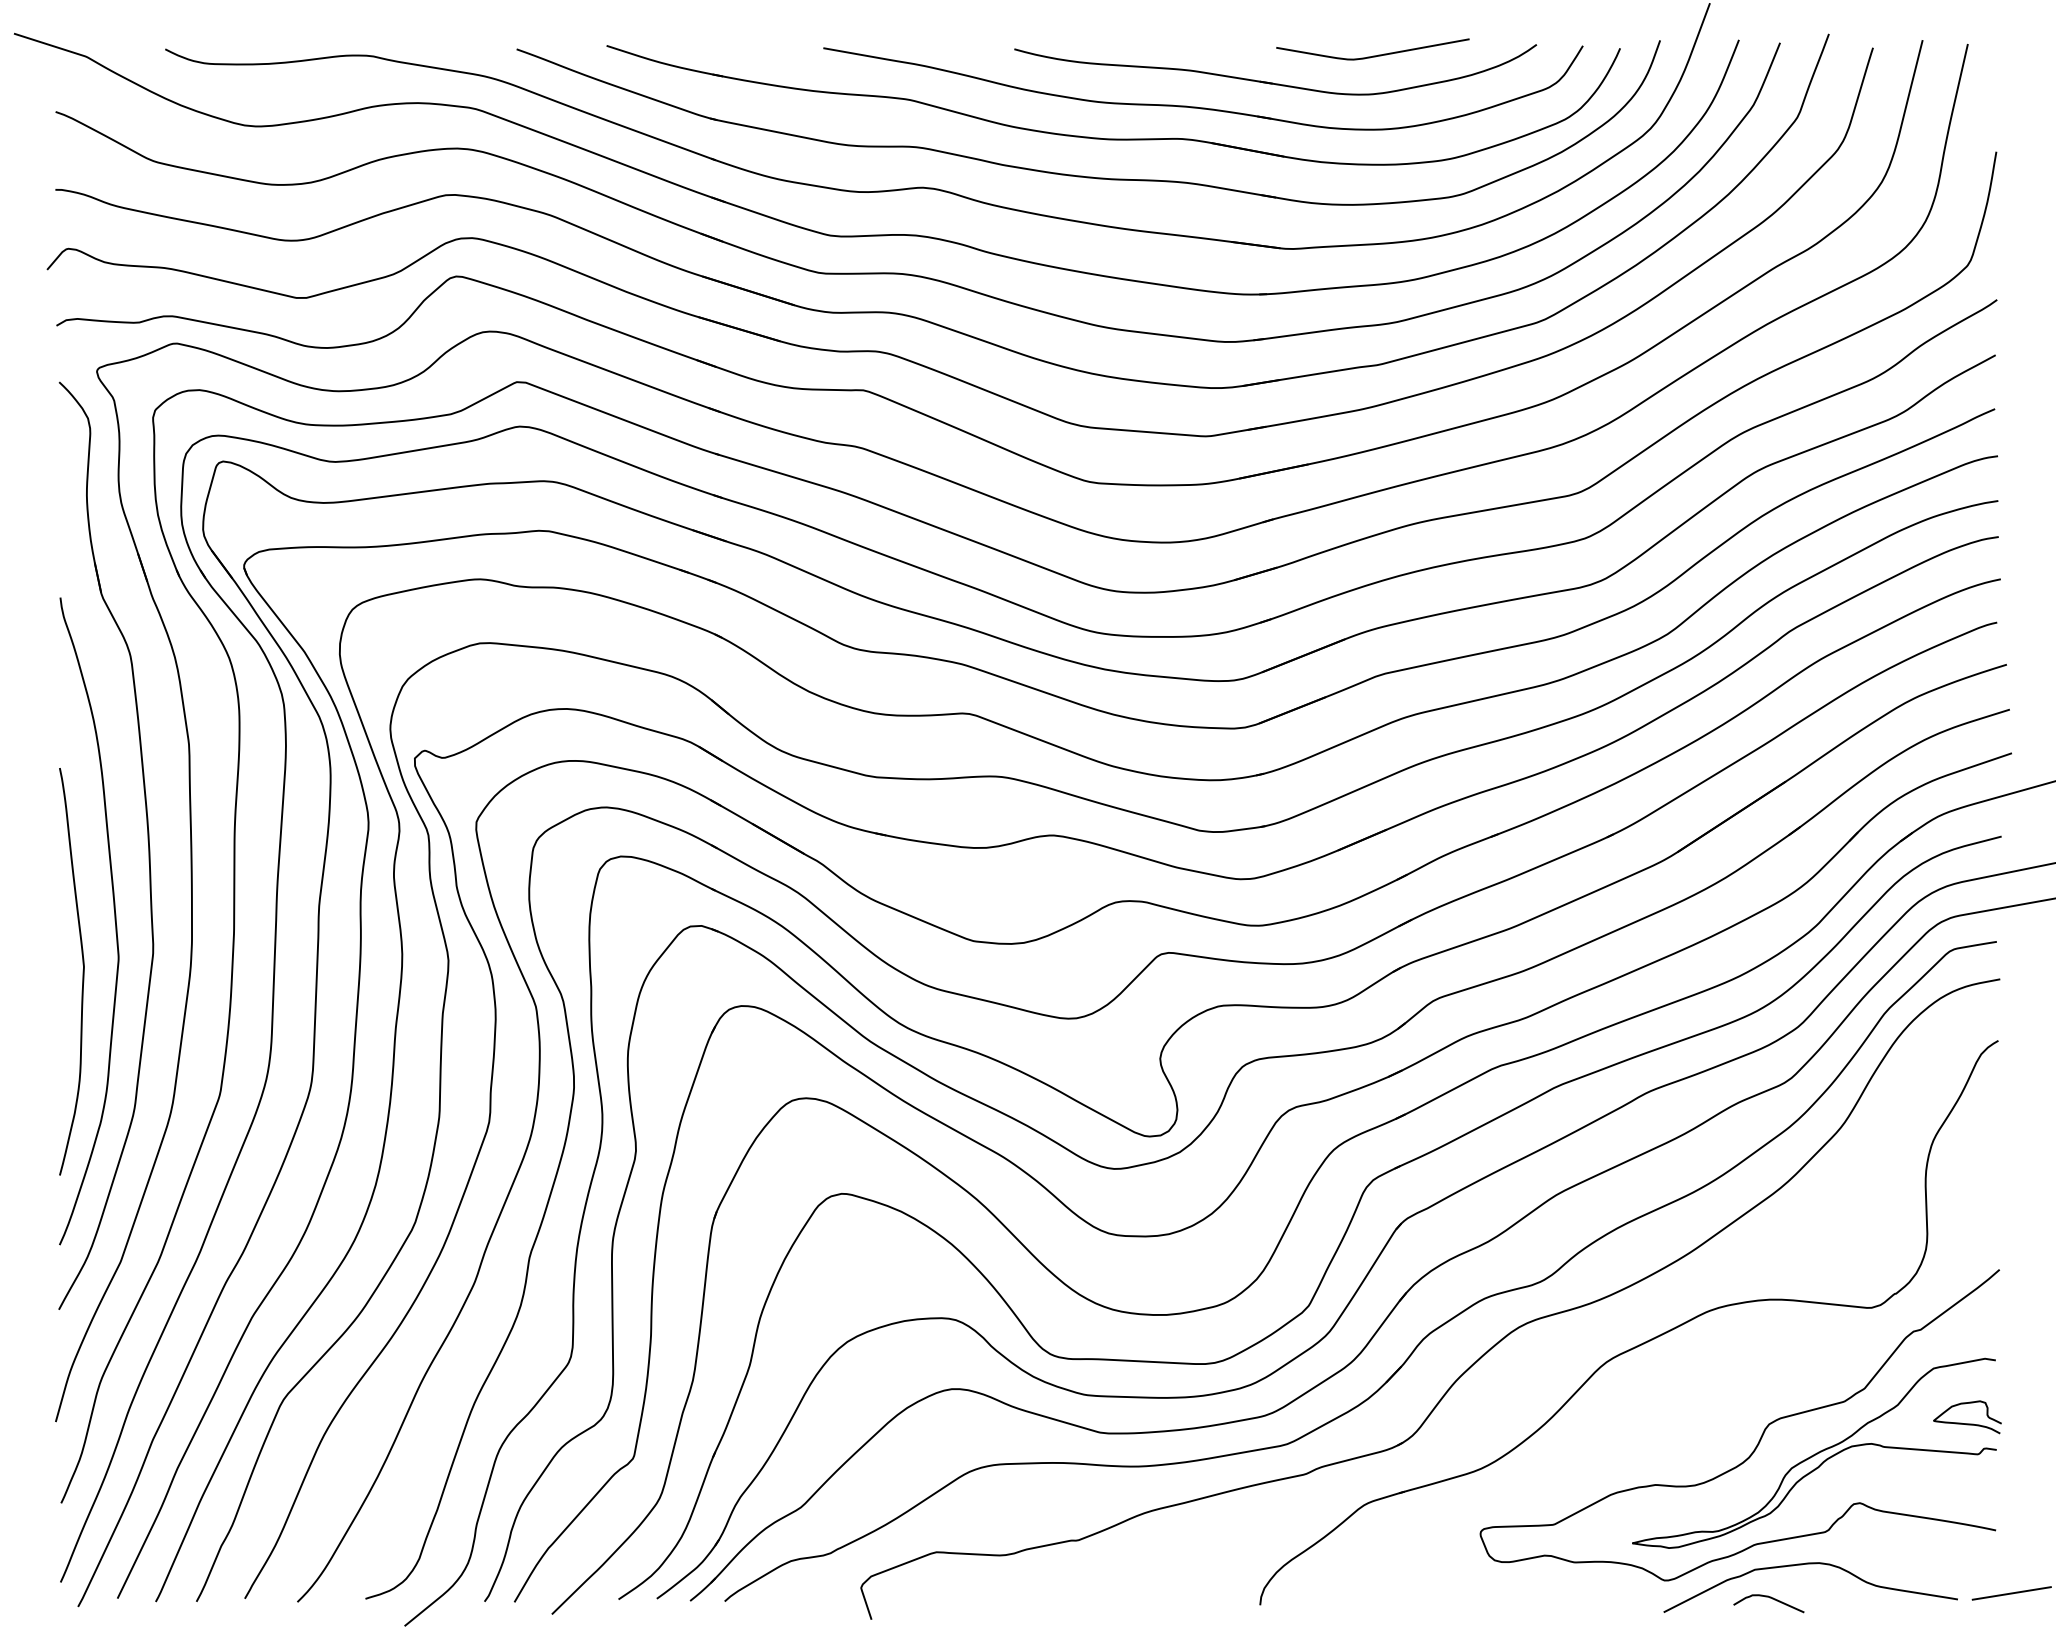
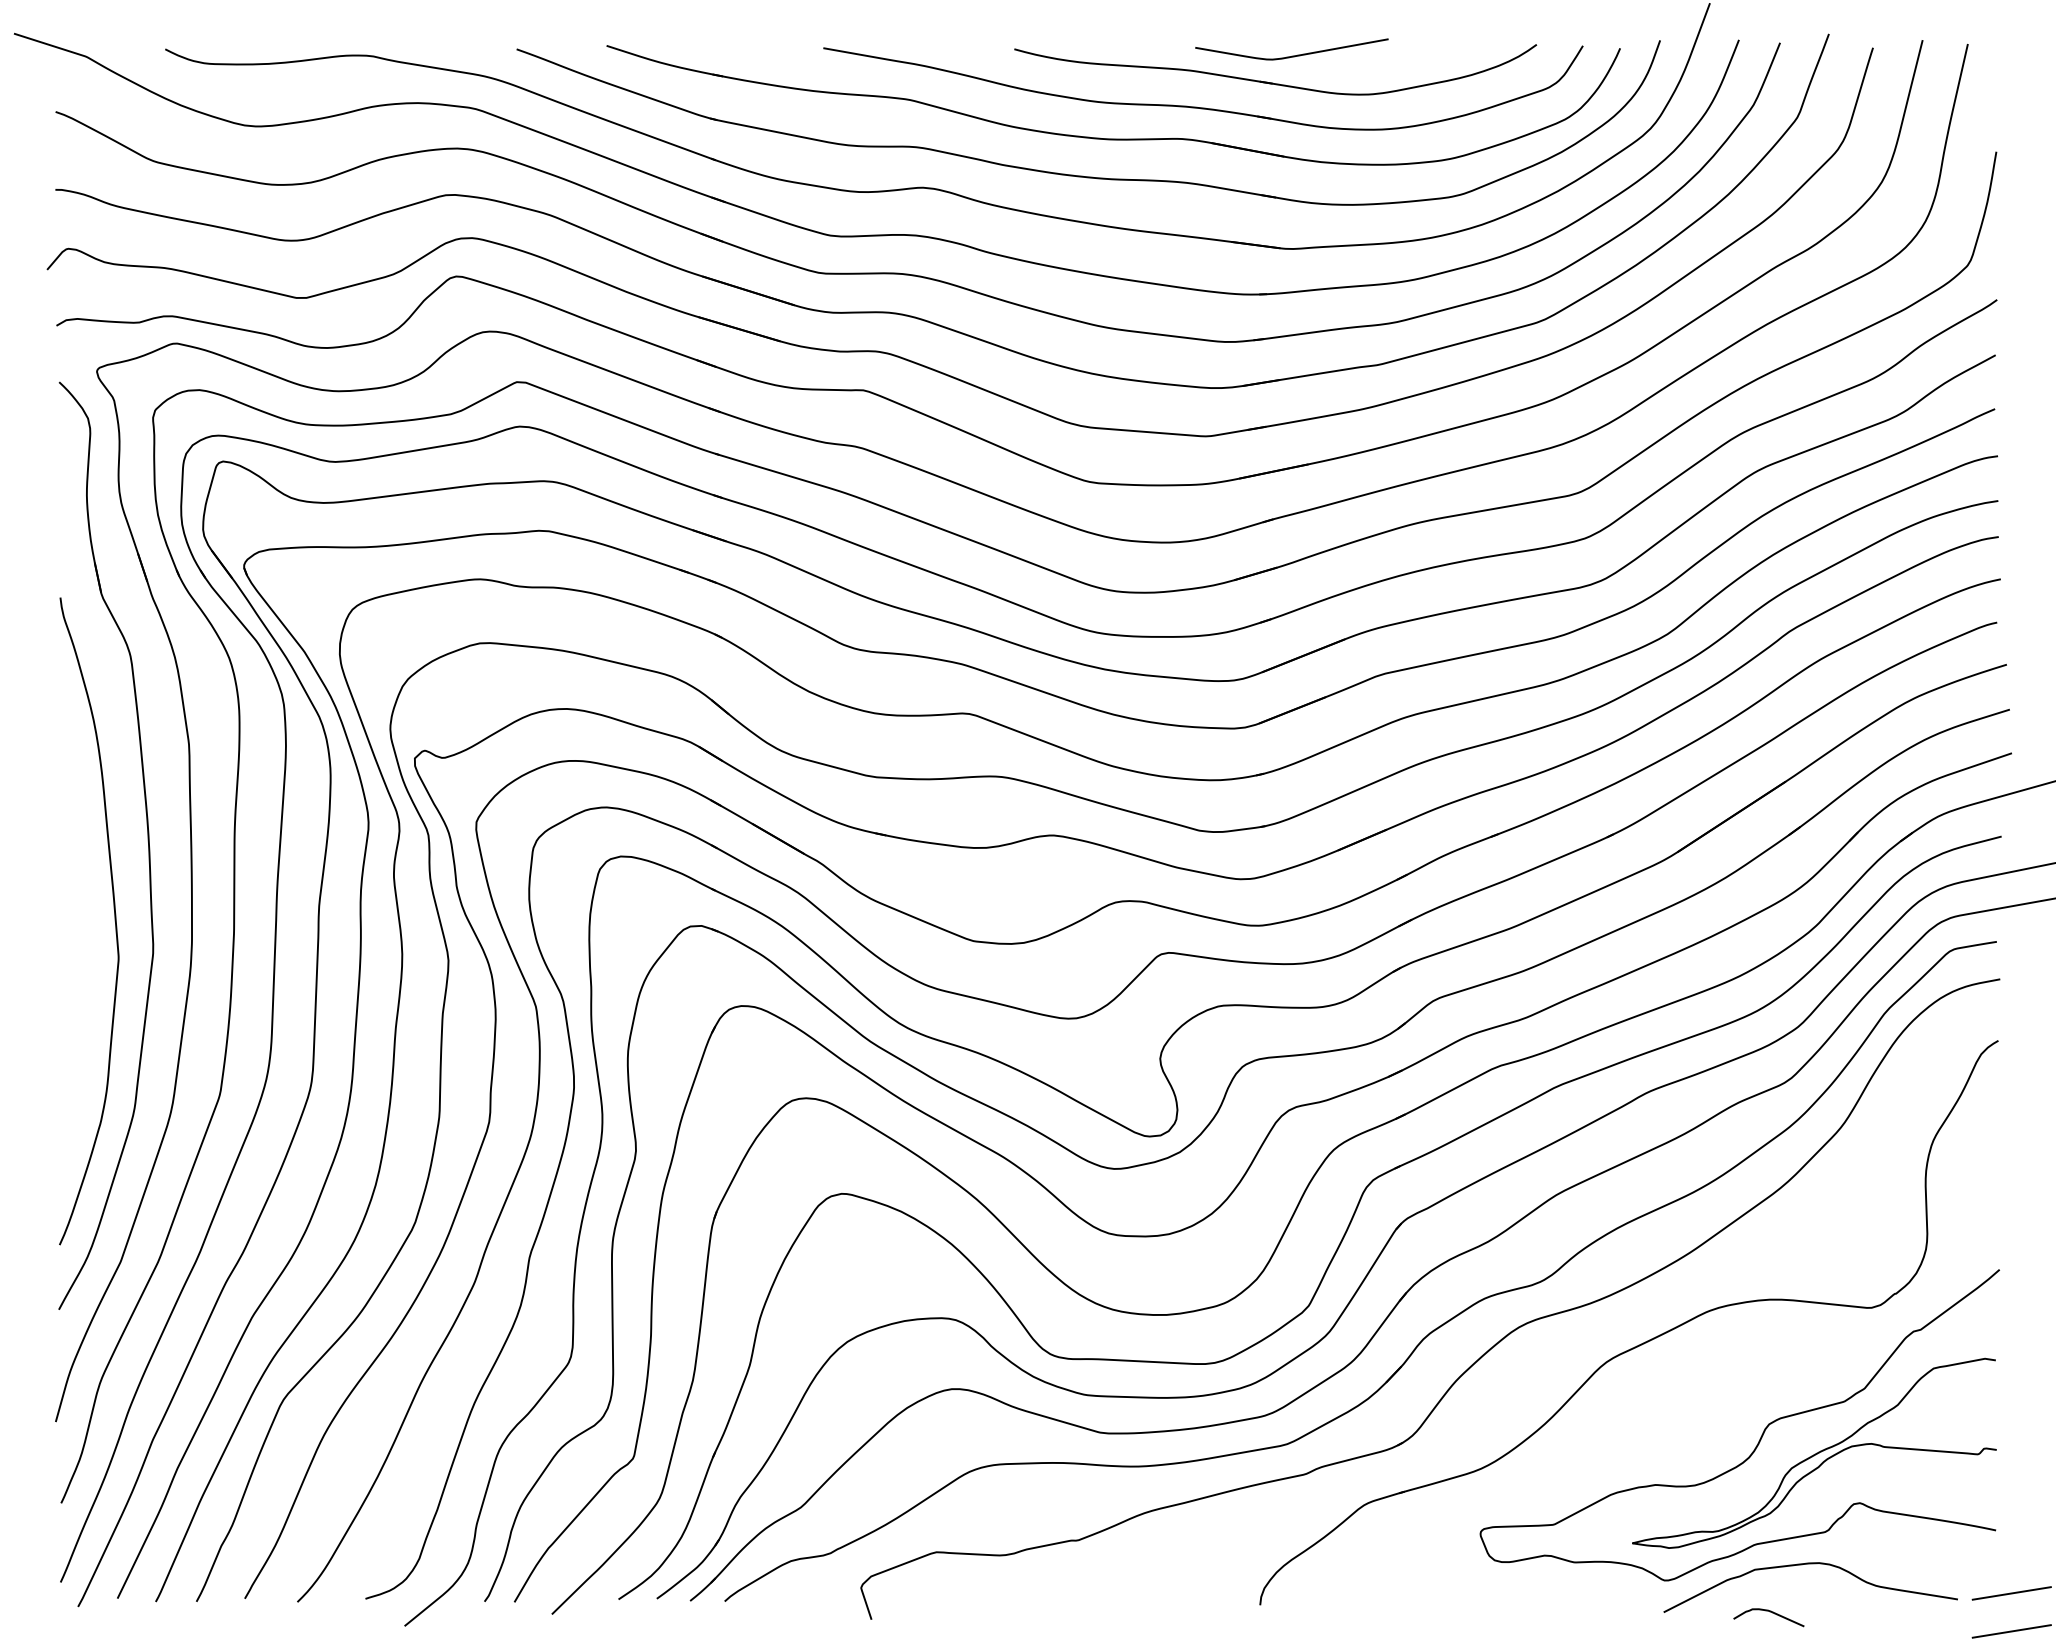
curve at (1373, 55) position: (1373, 55) -> (1292, 55)
curve at (82, 971): present -> none
curve at (1967, 1423): present -> none
curve at (1769, 1598) position: (1769, 1598) -> (1769, 1612)
line at (2011, 1631): none -> present
